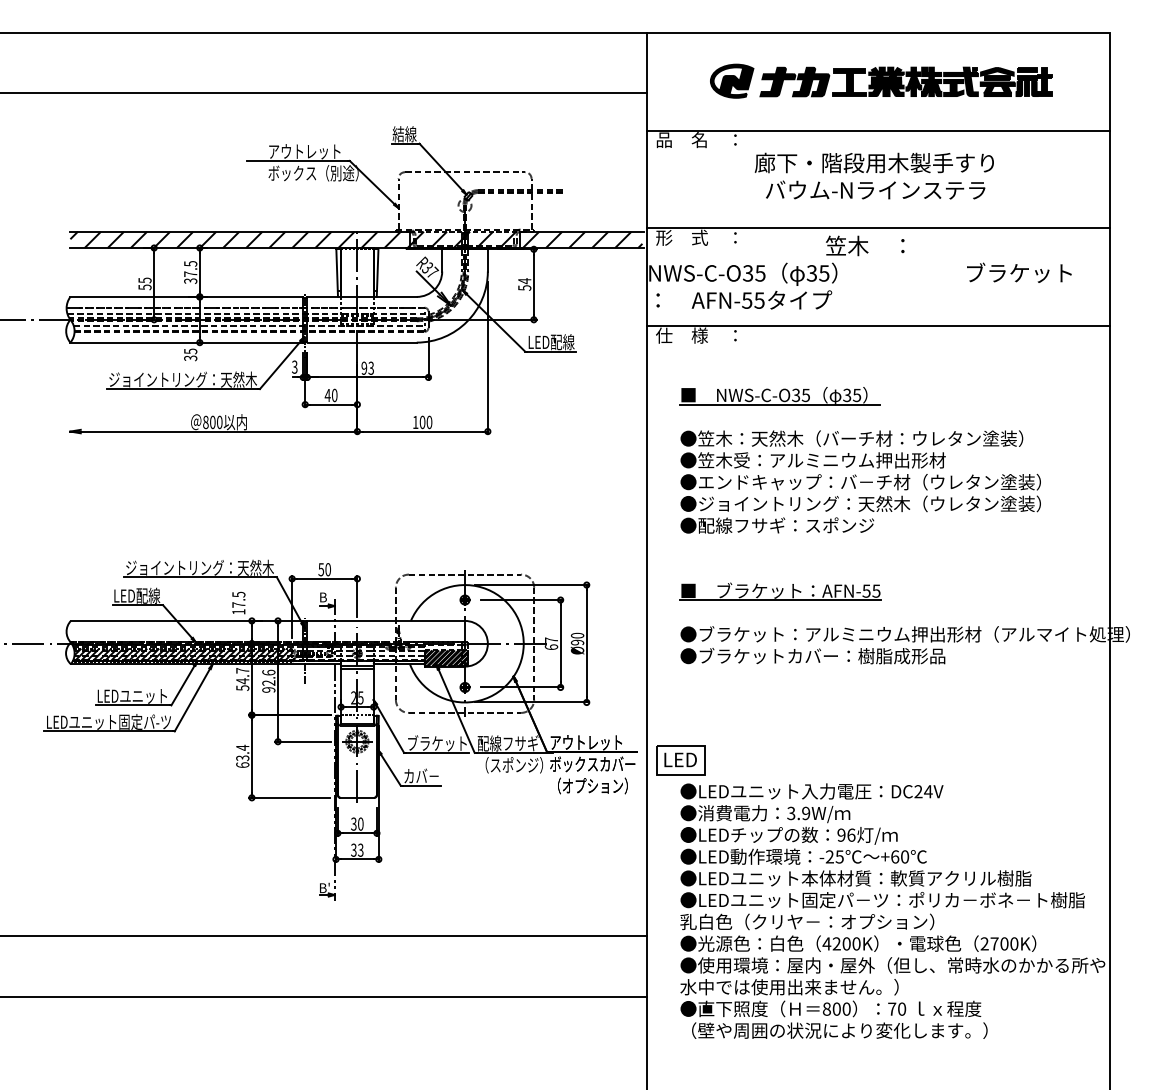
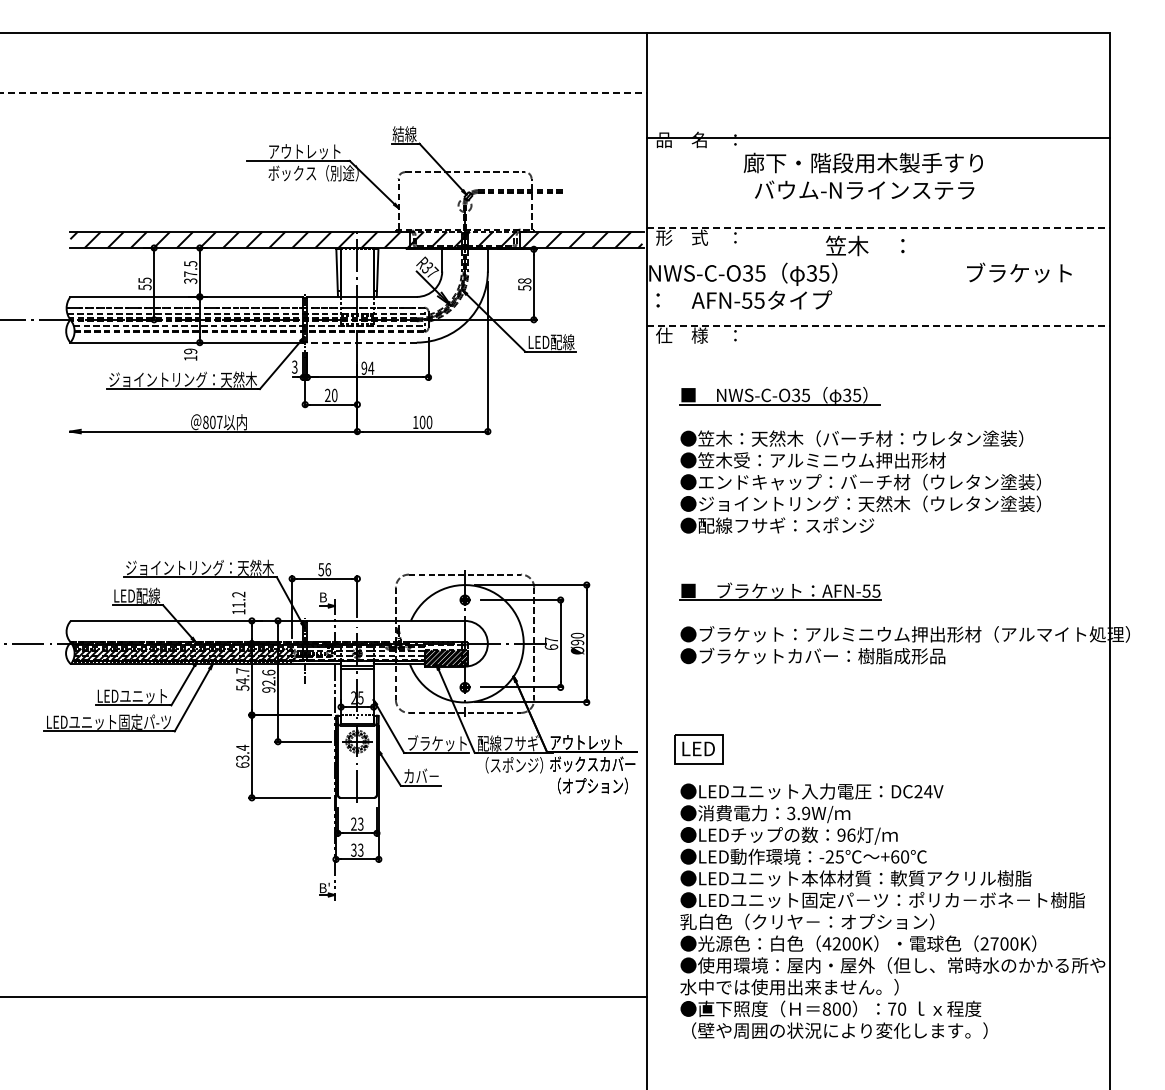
part at (881, 80): present -> none
line at (324, 93): solid -> dashed
line at (878, 130) position: (878, 130) -> (878, 137)
text at (873, 175) position: (873, 175) -> (862, 175)
line at (878, 228): solid -> dashed
text at (524, 281): 54 -> 58
line at (878, 326): solid -> dashed
line at (362, 342): solid -> dashed
text at (190, 354): 35 -> 19
text at (371, 367): 93 -> 94
text at (327, 394): 40 -> 20
text at (219, 422): 800 -> 807
text at (328, 569): 50 -> 56
text at (238, 599): 17.5 -> 11.2
part at (680, 760) position: (680, 760) -> (698, 749)
text at (357, 823): 30 -> 23
line at (324, 936): present -> none
